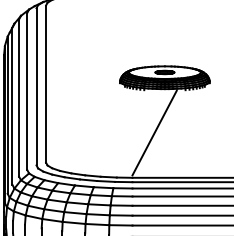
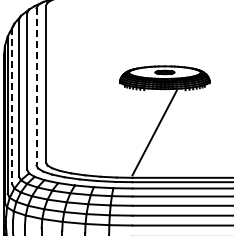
line at (36, 86): solid -> dashed
line at (12, 106): solid -> dashed
